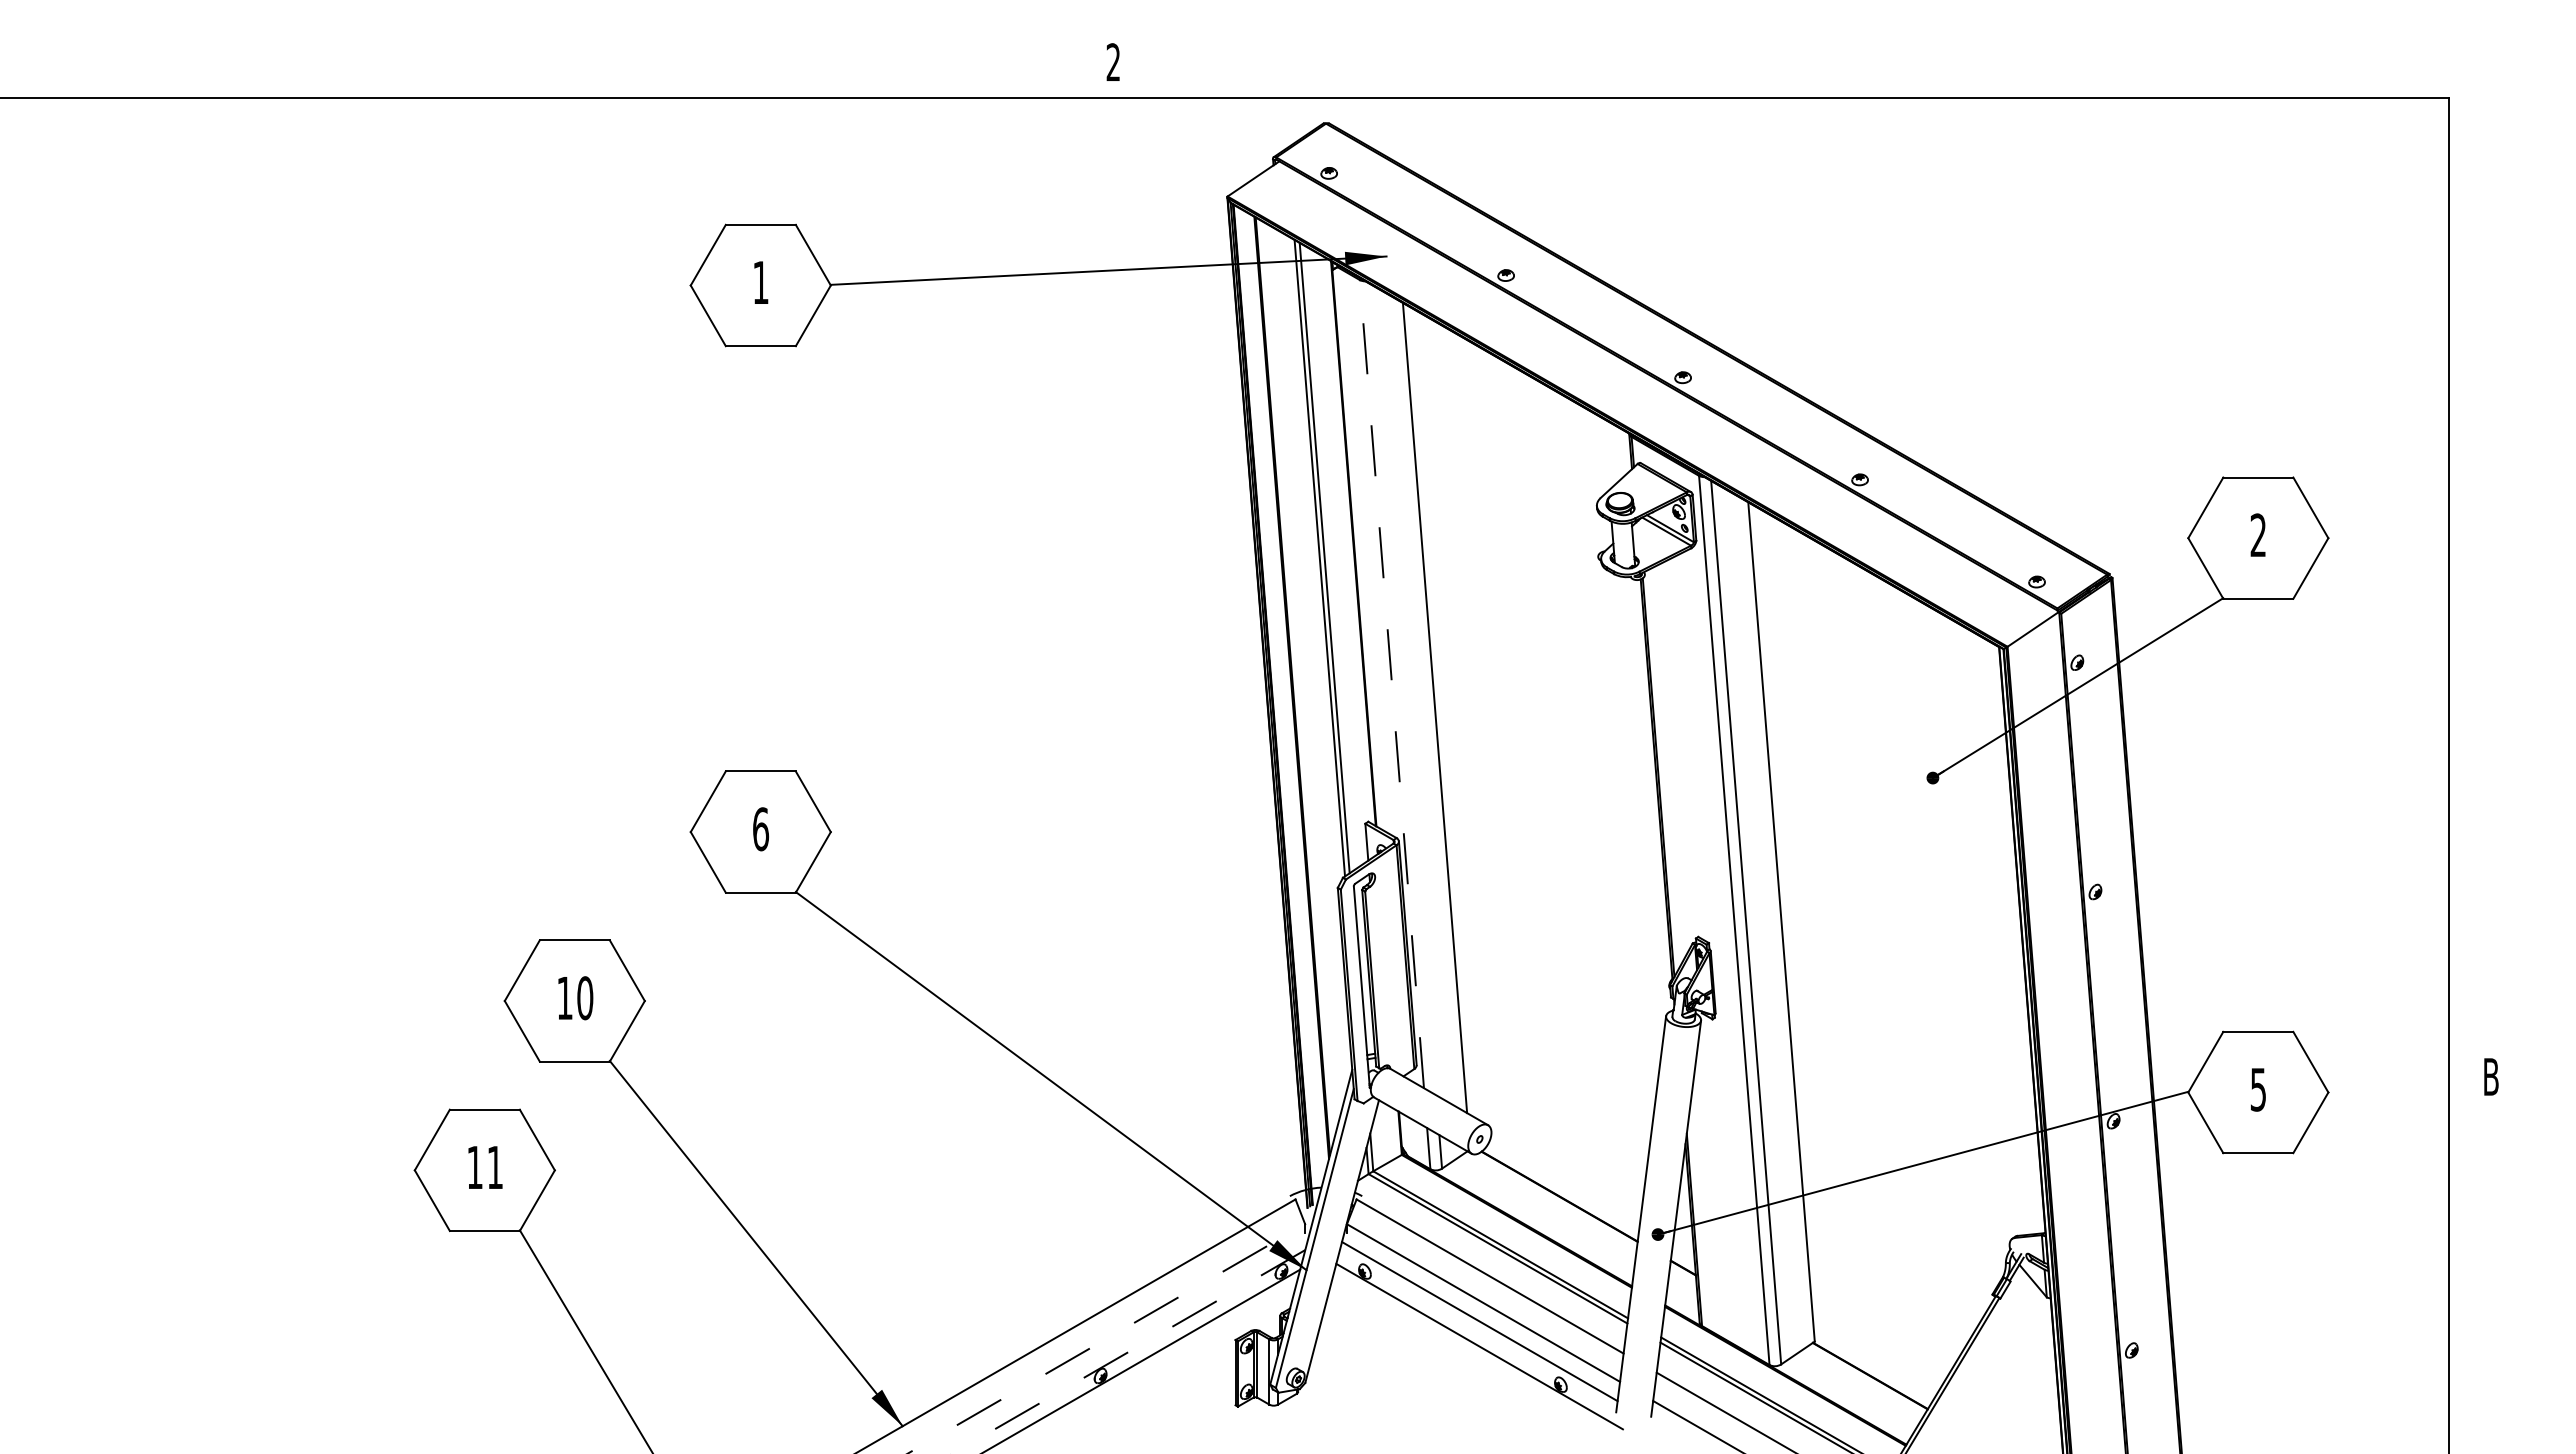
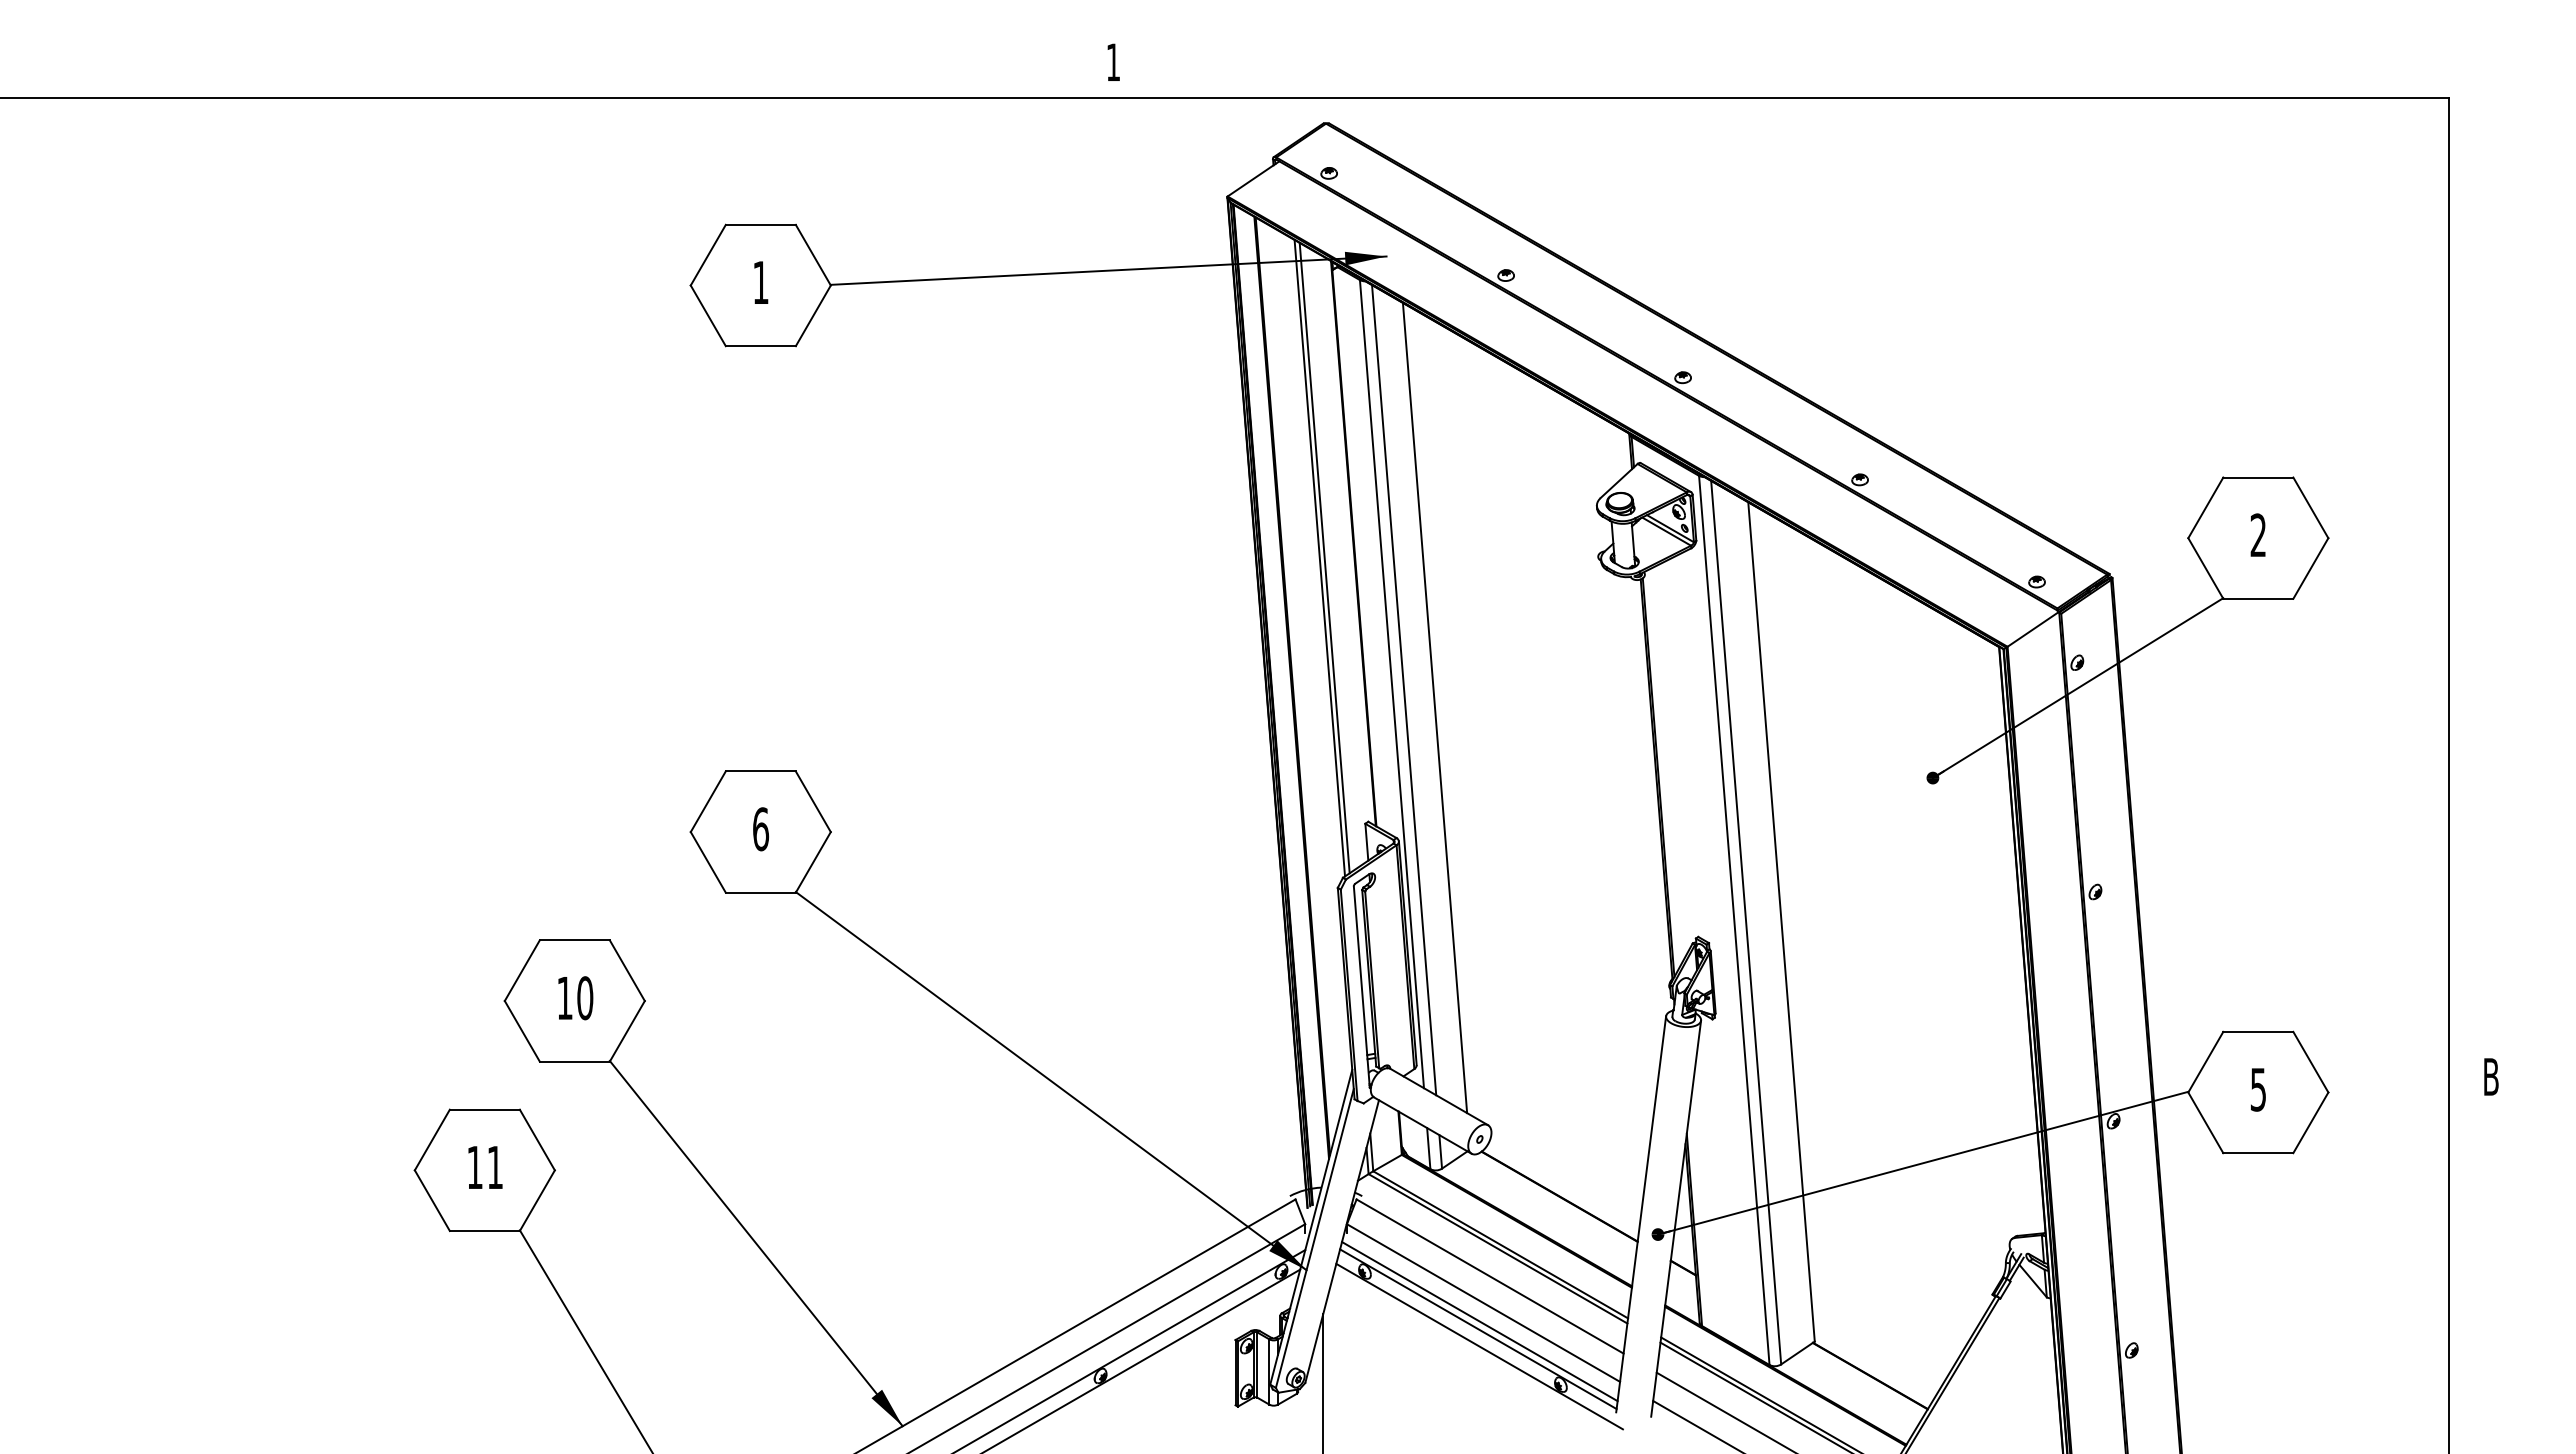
text at (1112, 61): 2 -> 1
line at (1391, 683): dashed -> solid
line at (1404, 690): none -> present
line at (1478, 1329): none -> present
line at (1106, 1338): dashed -> solid
line at (1128, 1352): dashed -> solid
line at (1323, 1382): none -> present
